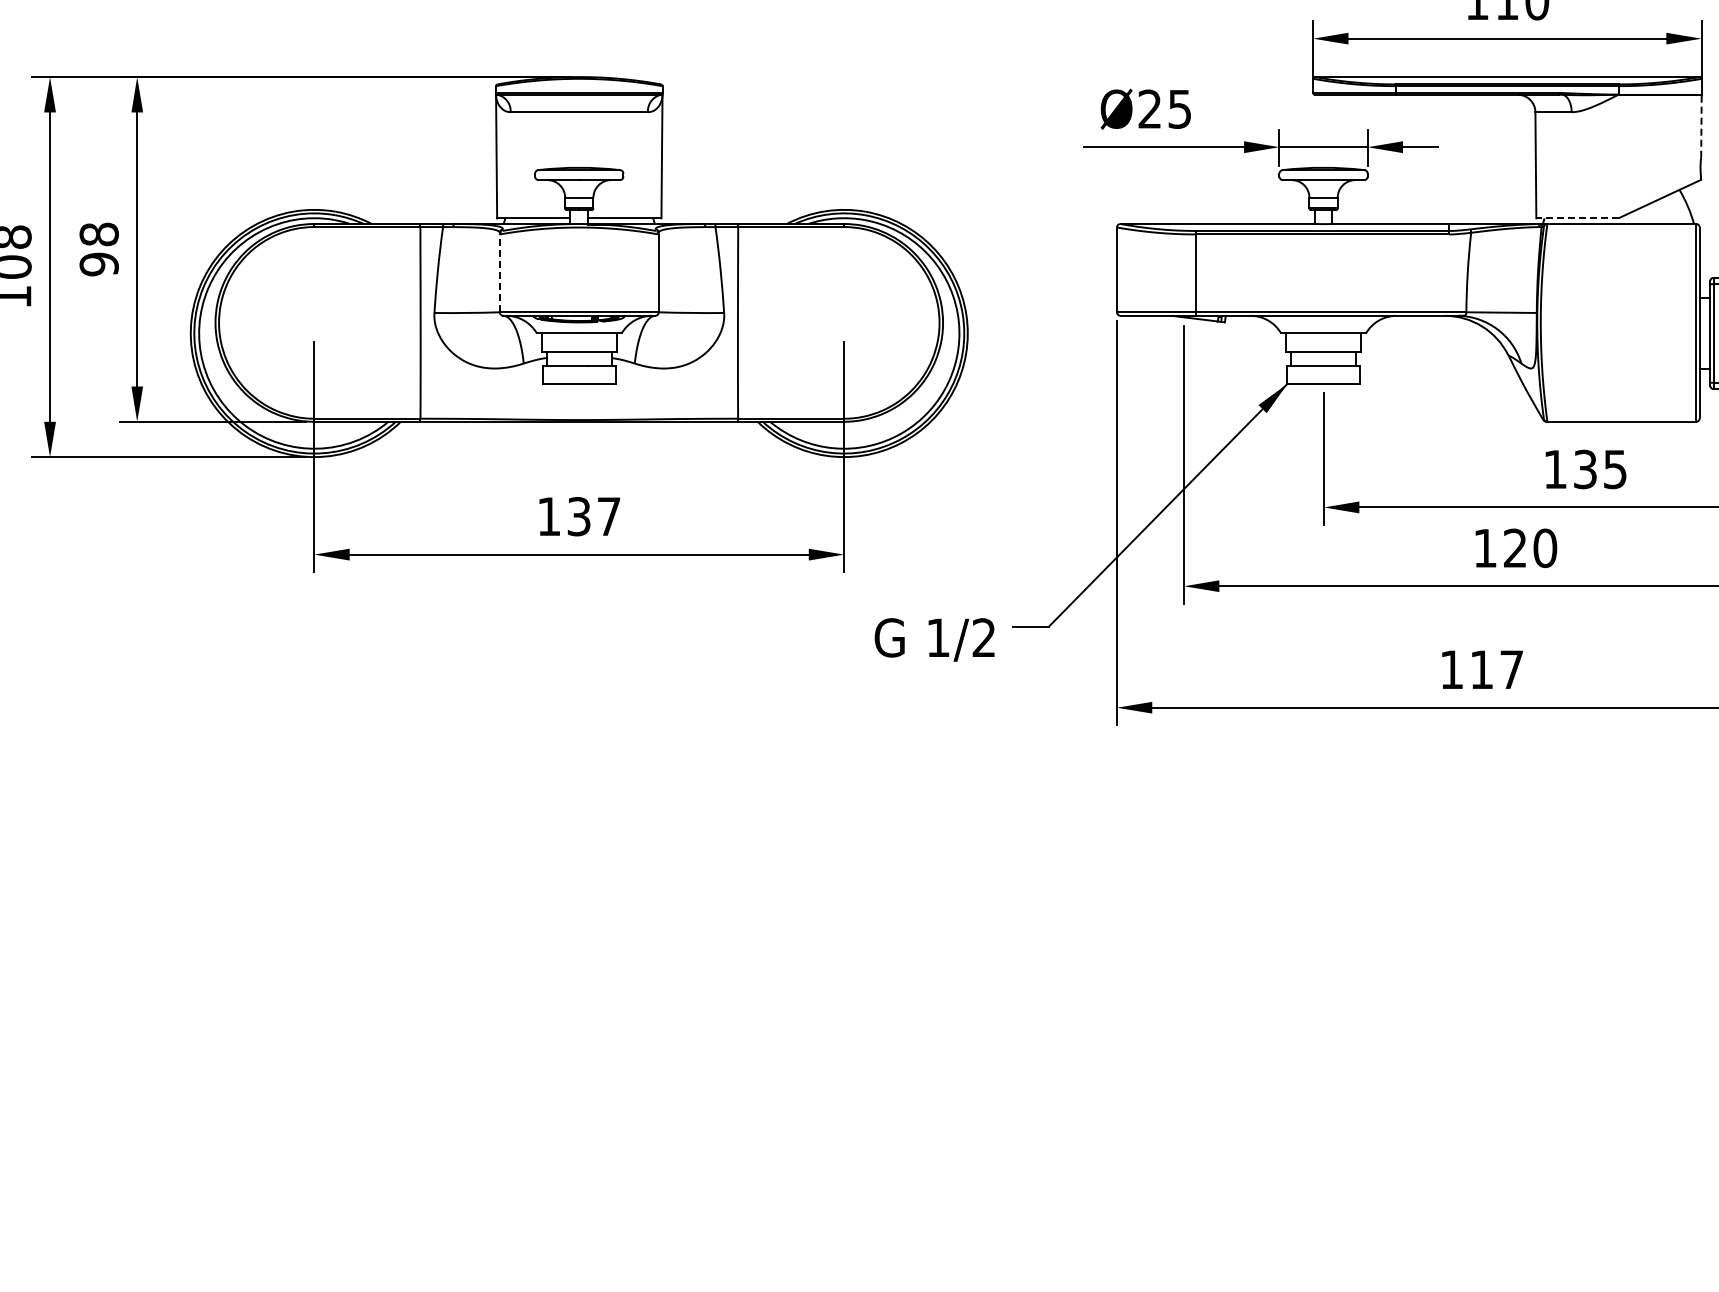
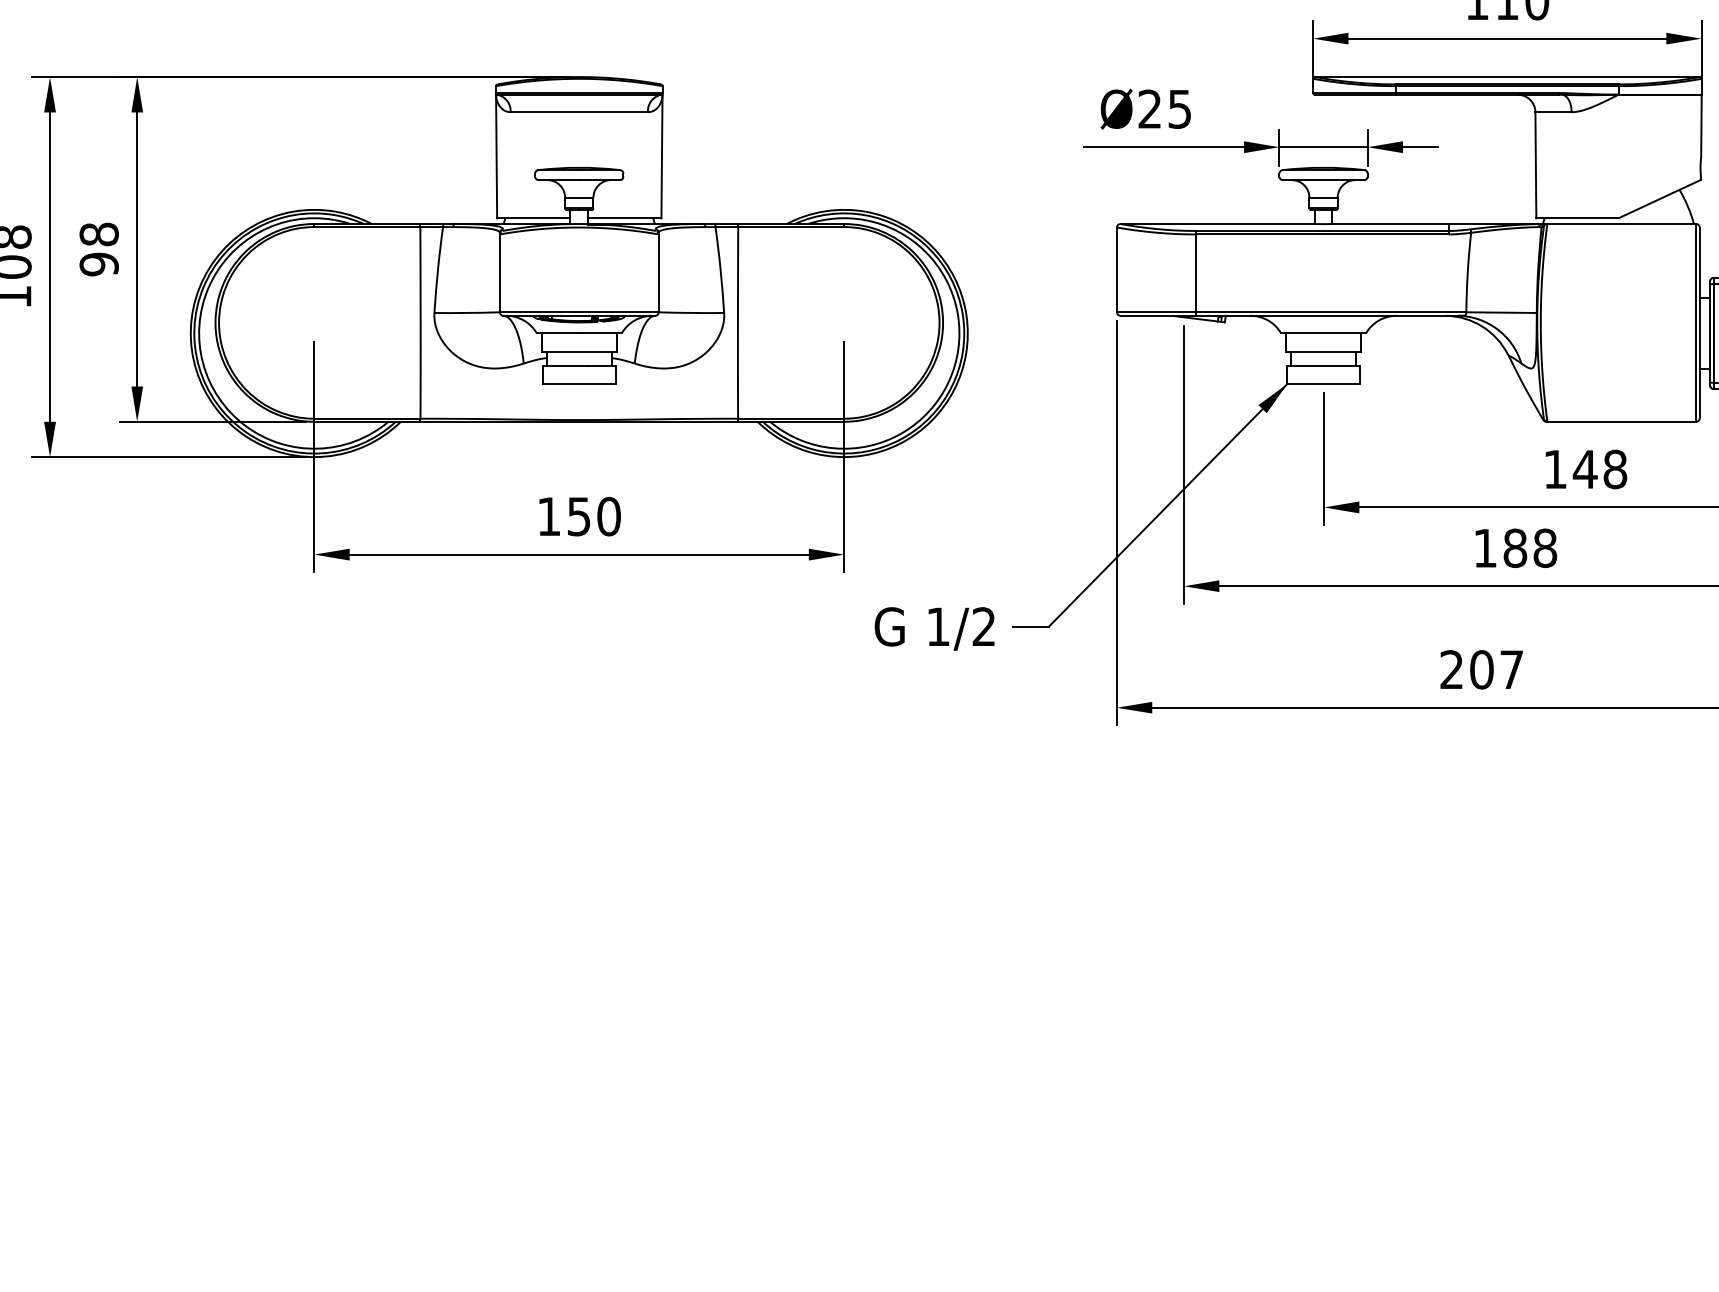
line at (1701, 125): dashed -> solid
line at (1576, 218): dashed -> solid
line at (499, 273): dashed -> solid
text at (1599, 469): 135 -> 148
text at (594, 516): 137 -> 150
text at (1530, 548): 120 -> 188
text at (934, 639) position: (934, 639) -> (934, 628)
text at (1466, 669): 117 -> 207
